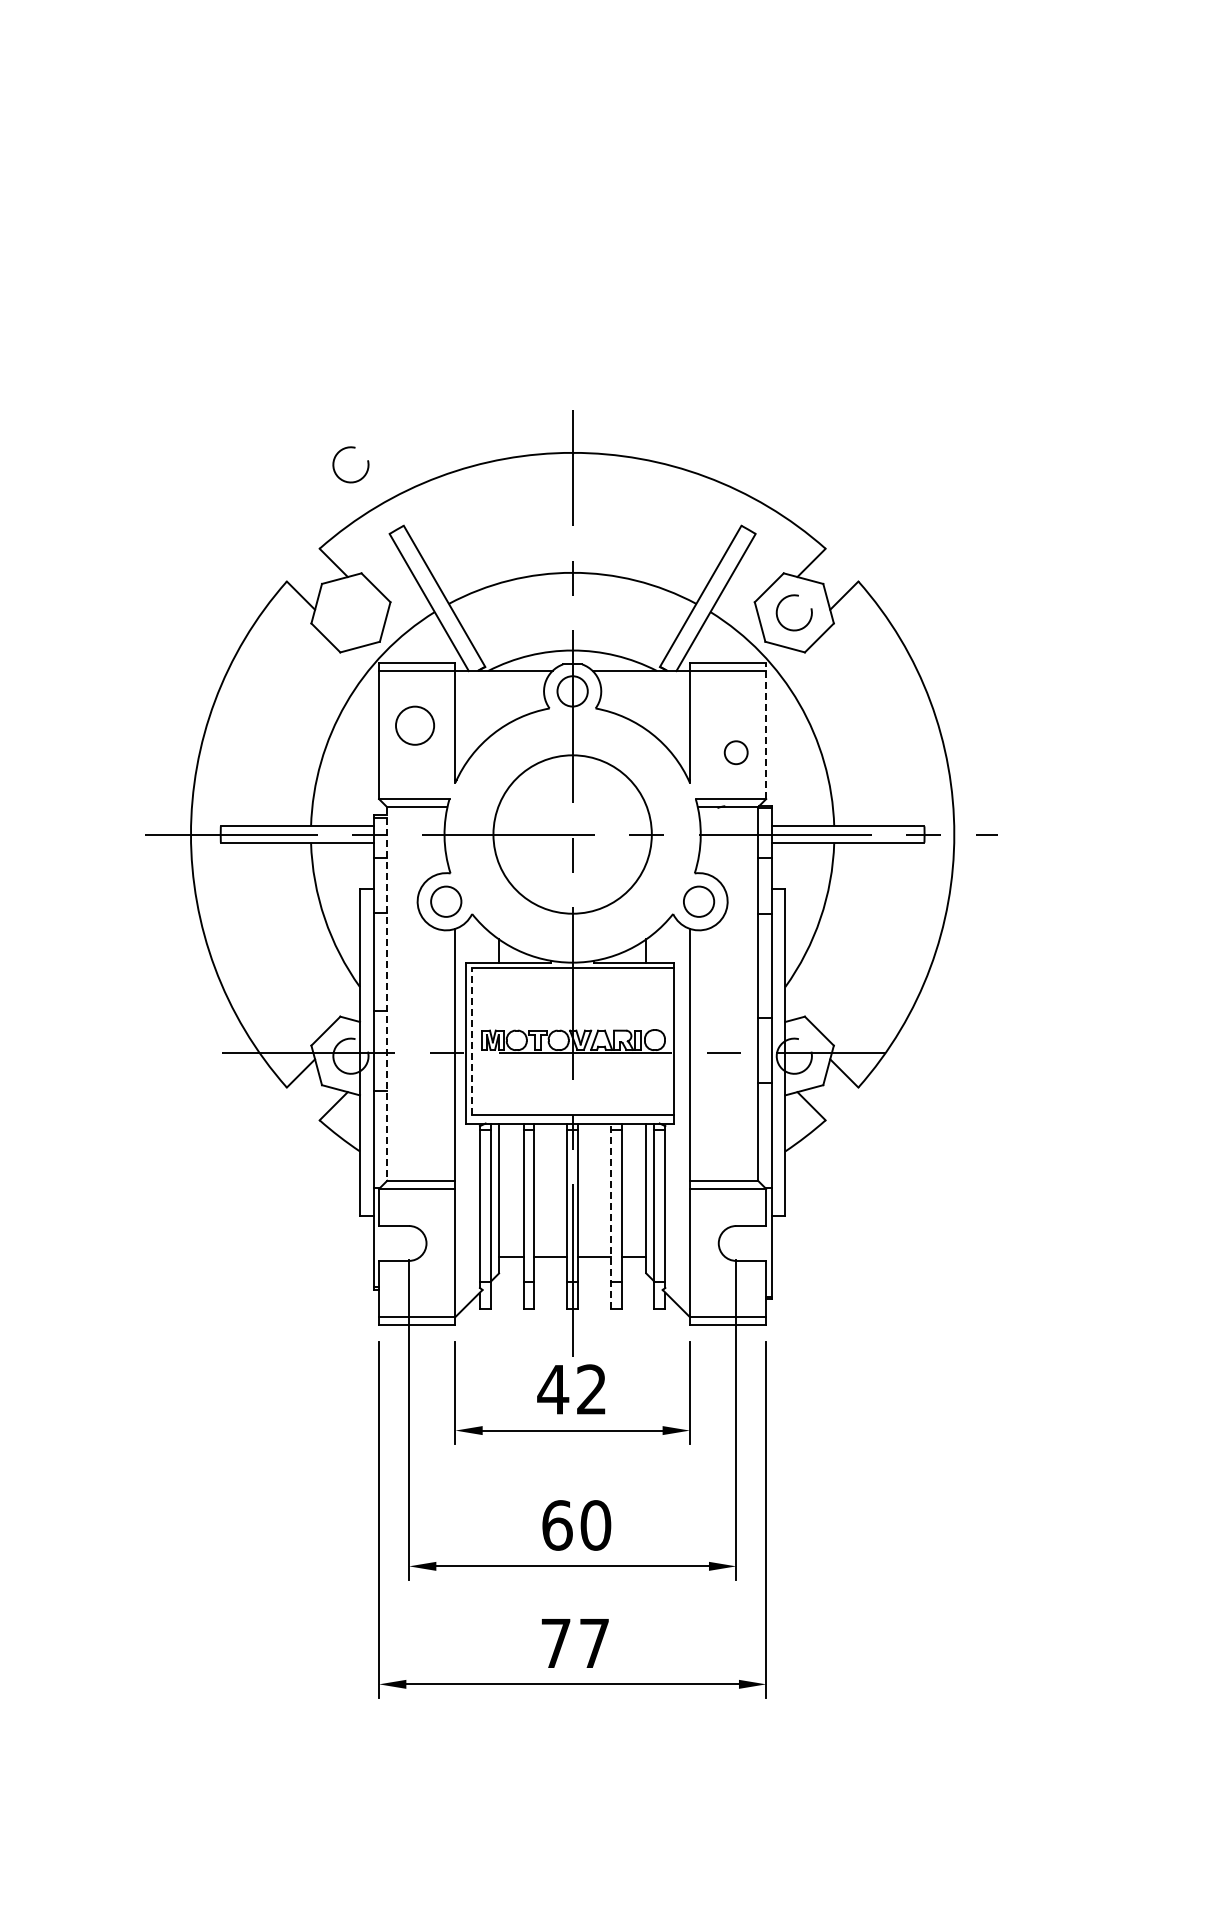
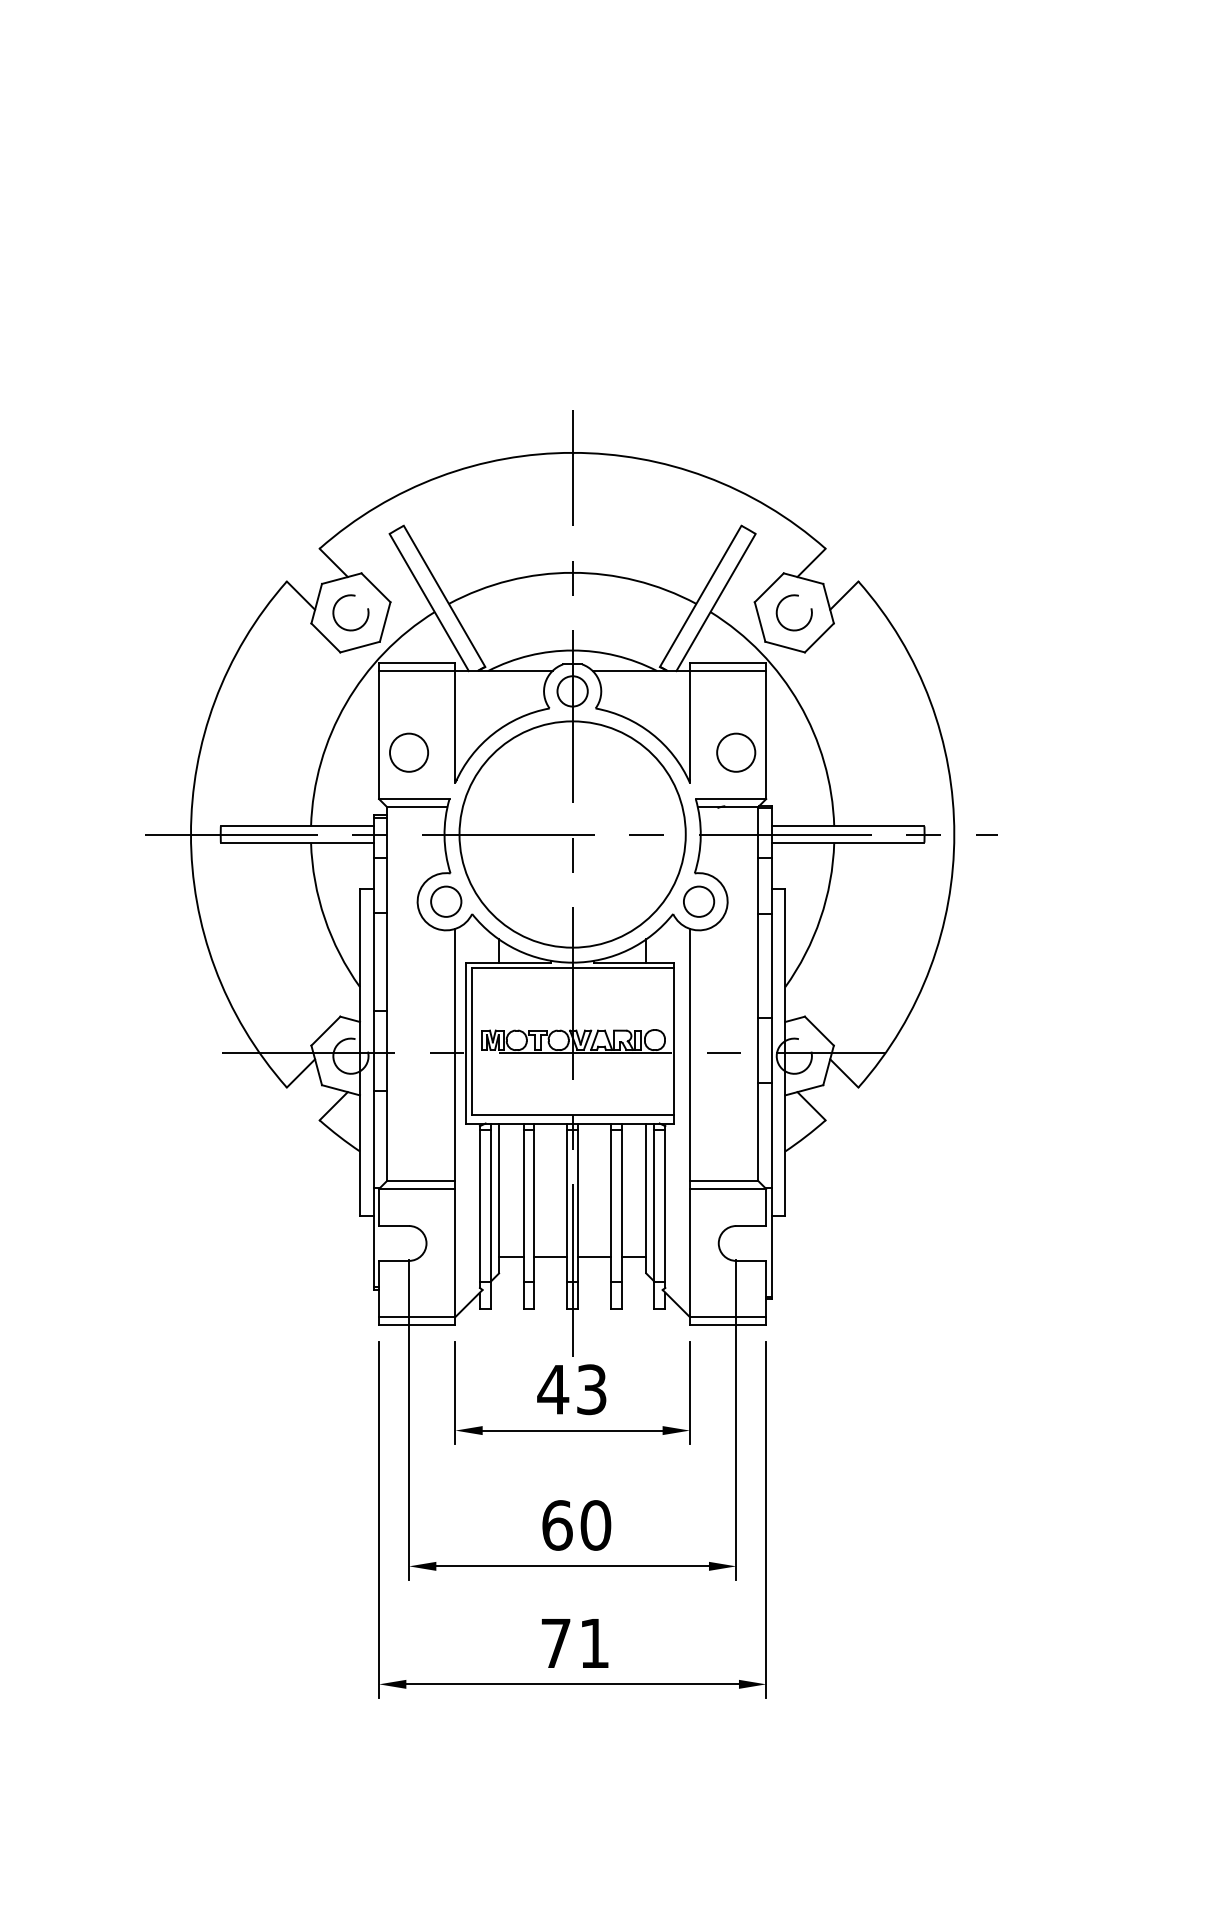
arc at (345, 449) position: (345, 449) -> (345, 597)
circle at (414, 725) position: (414, 725) -> (408, 752)
line at (766, 730): dashed -> solid
circle at (735, 752) diameter: 23 px -> 38 px
circle at (572, 834) diameter: 158 px -> 226 px
line at (387, 994): dashed -> solid
line at (471, 1041): dashed -> solid
line at (610, 1216): dashed -> solid
text at (591, 1389): 42 -> 43
text at (594, 1643): 77 -> 71
